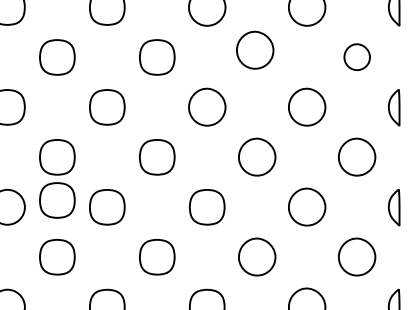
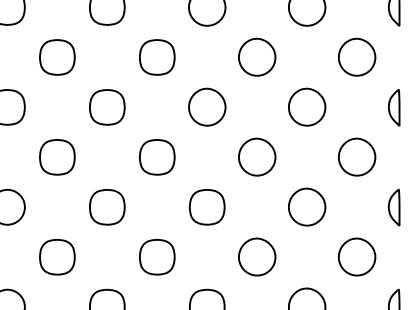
part at (255, 49) position: (255, 49) -> (257, 56)
part at (356, 56) size: 28x28 px -> 39x40 px
part at (57, 200): present -> none
